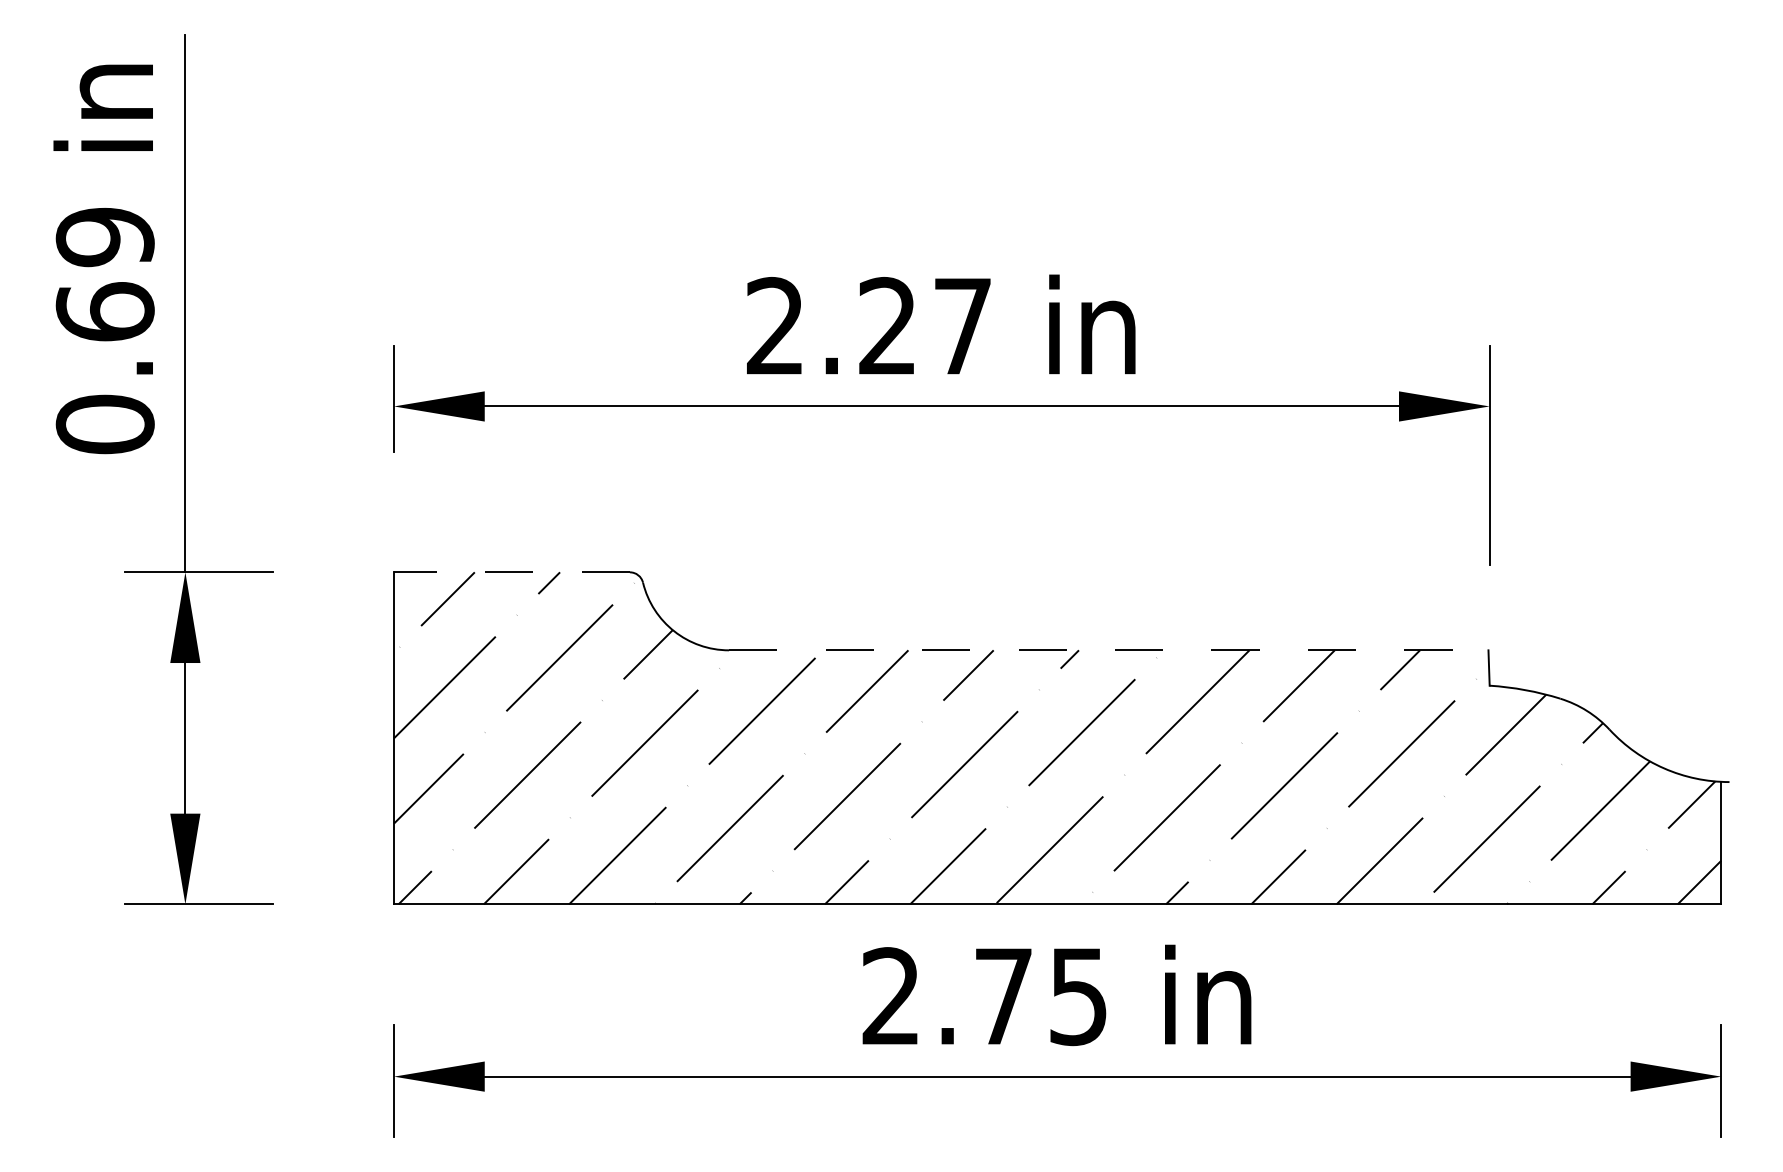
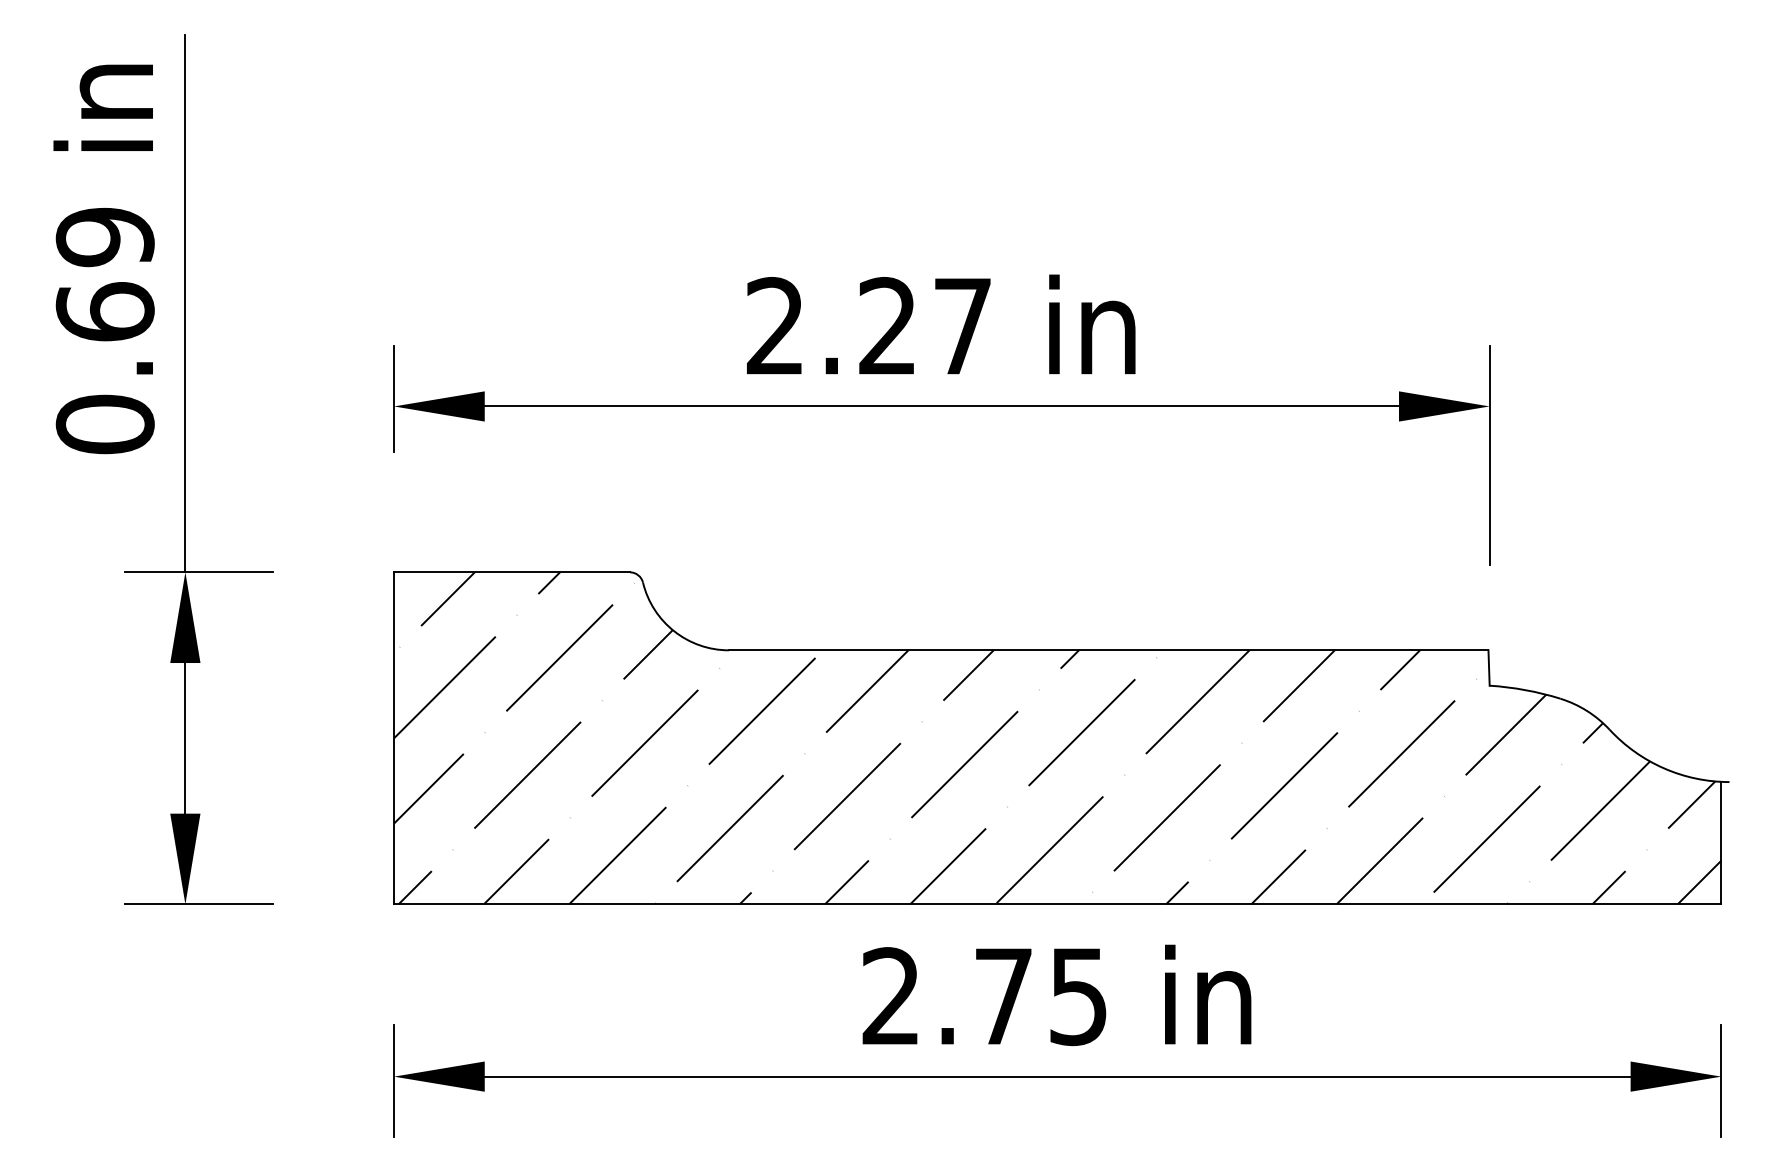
line at (511, 572): dashed -> solid
line at (1108, 650): dashed -> solid
